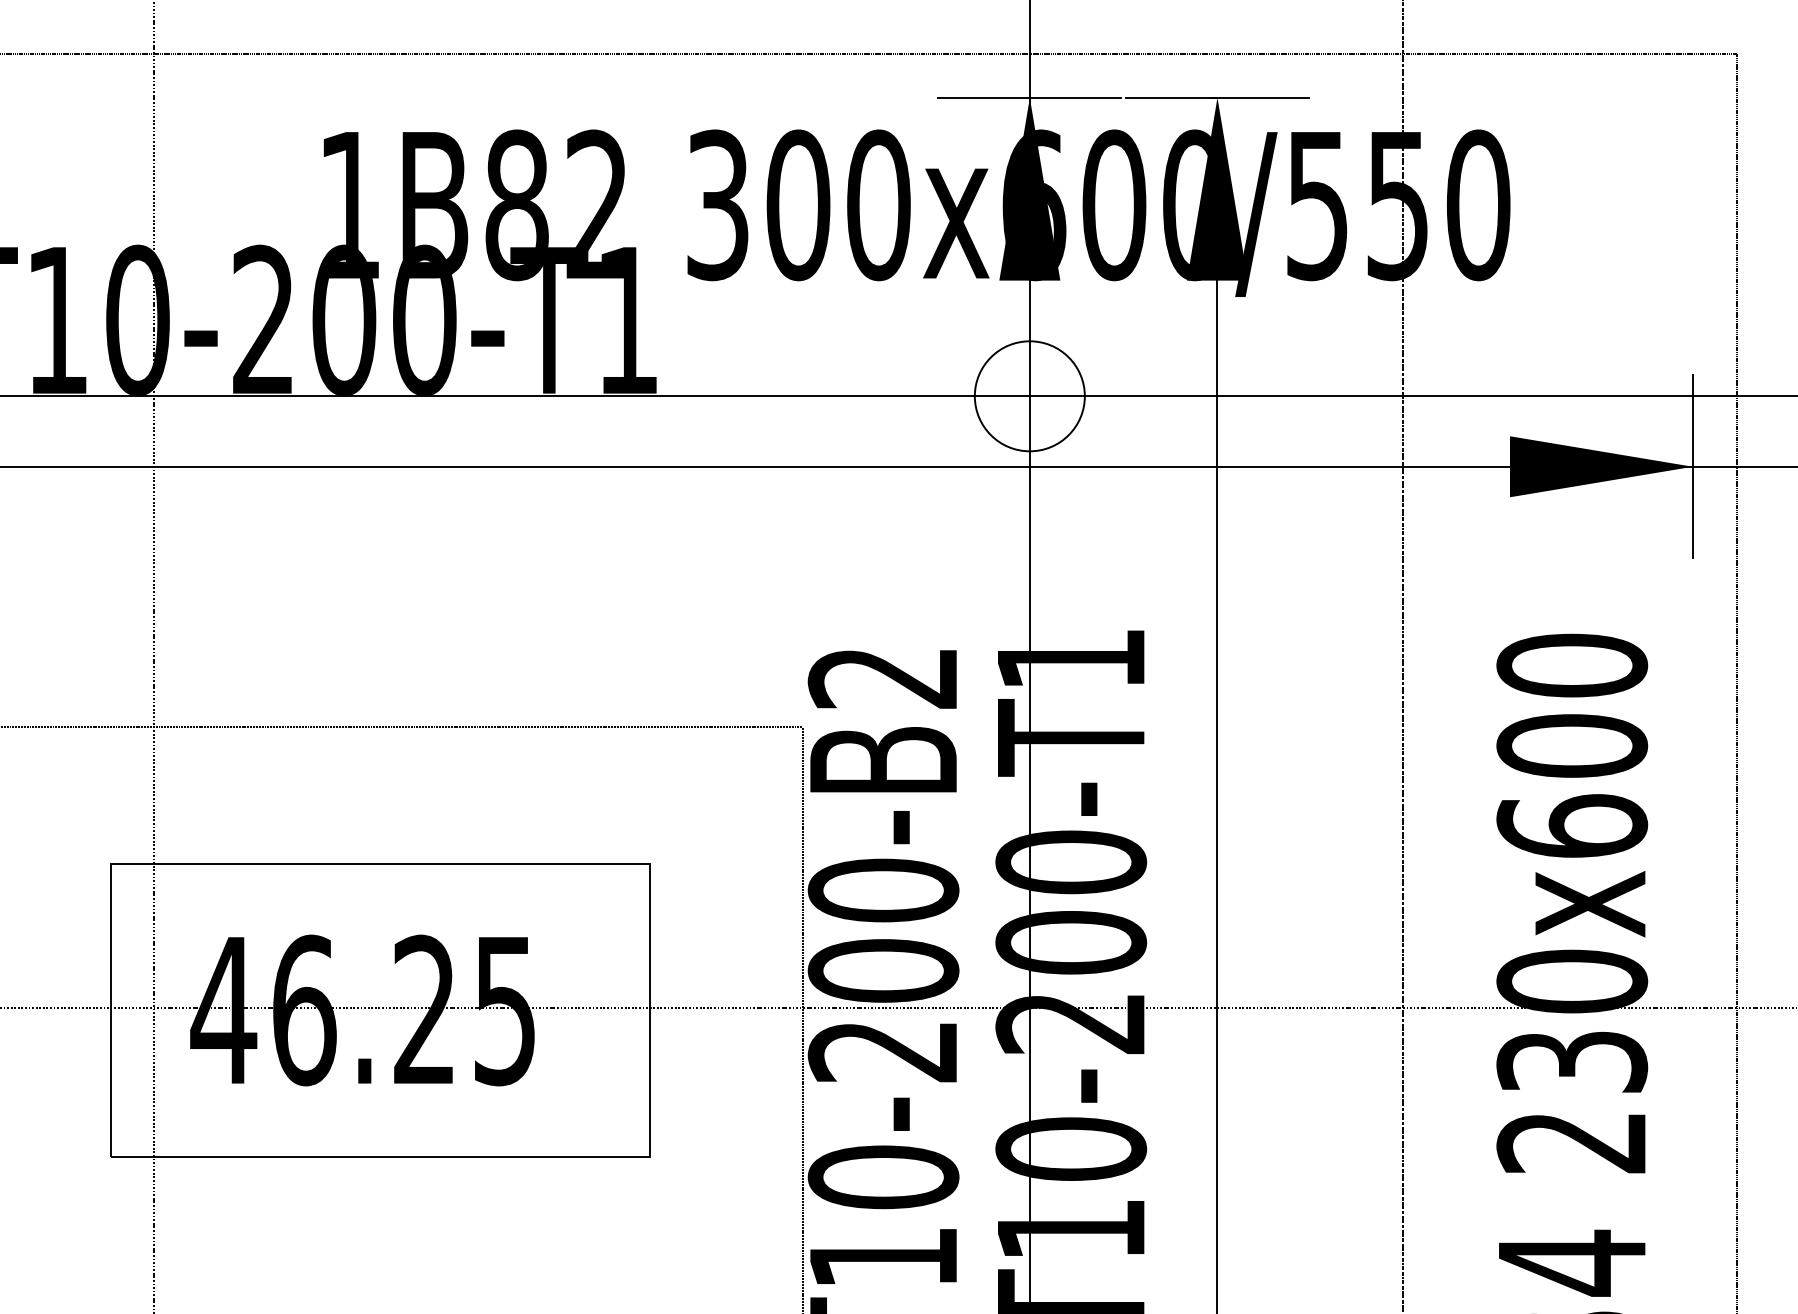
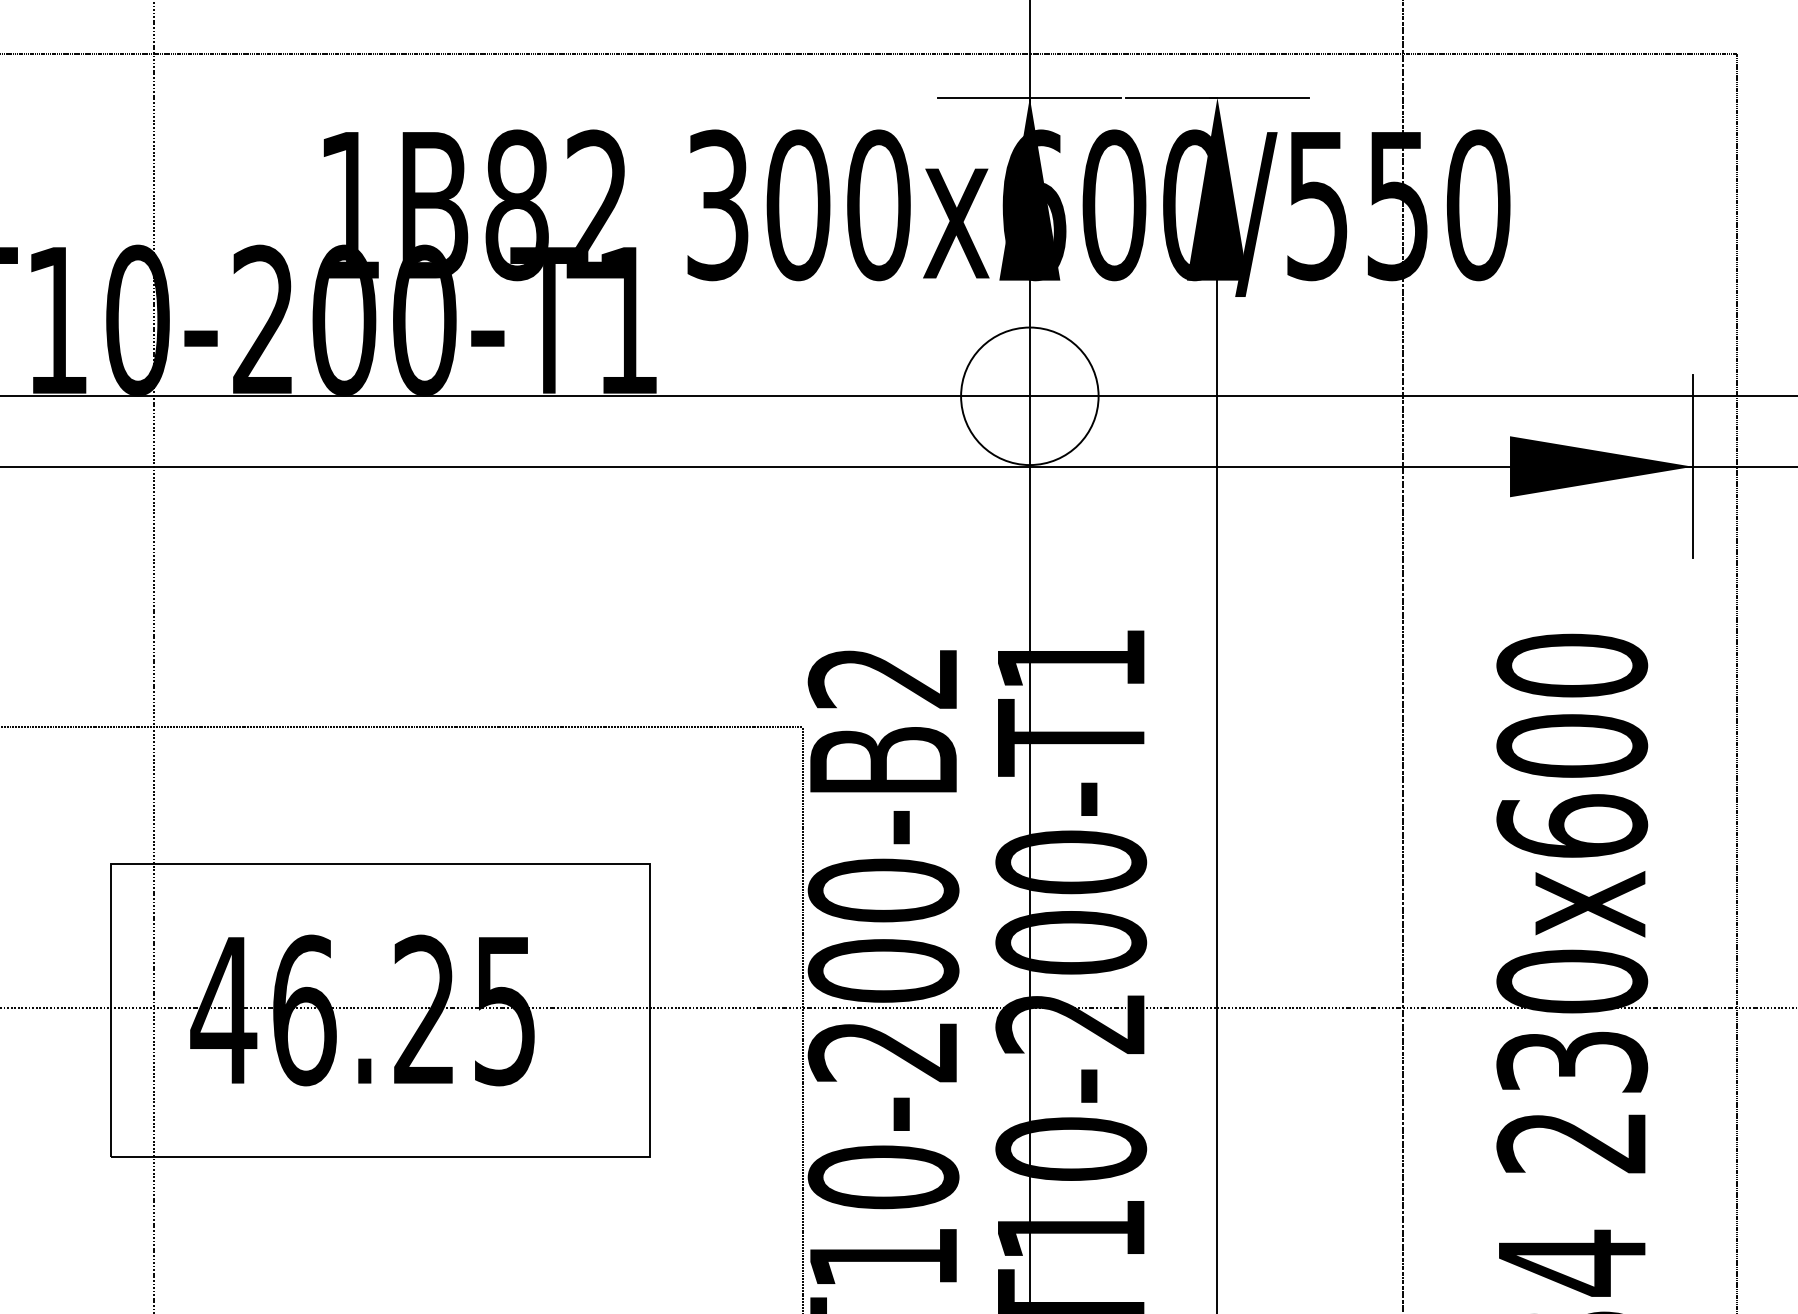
circle at (1029, 396) diameter: 110 px -> 138 px
